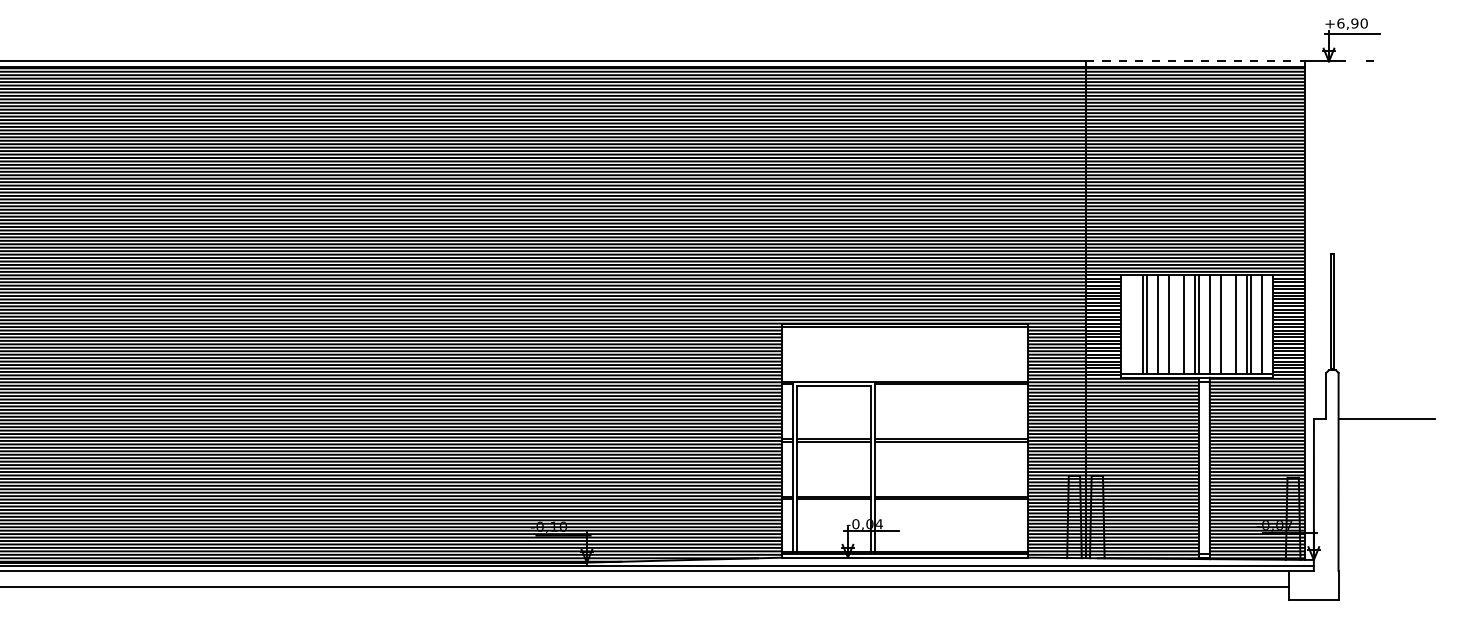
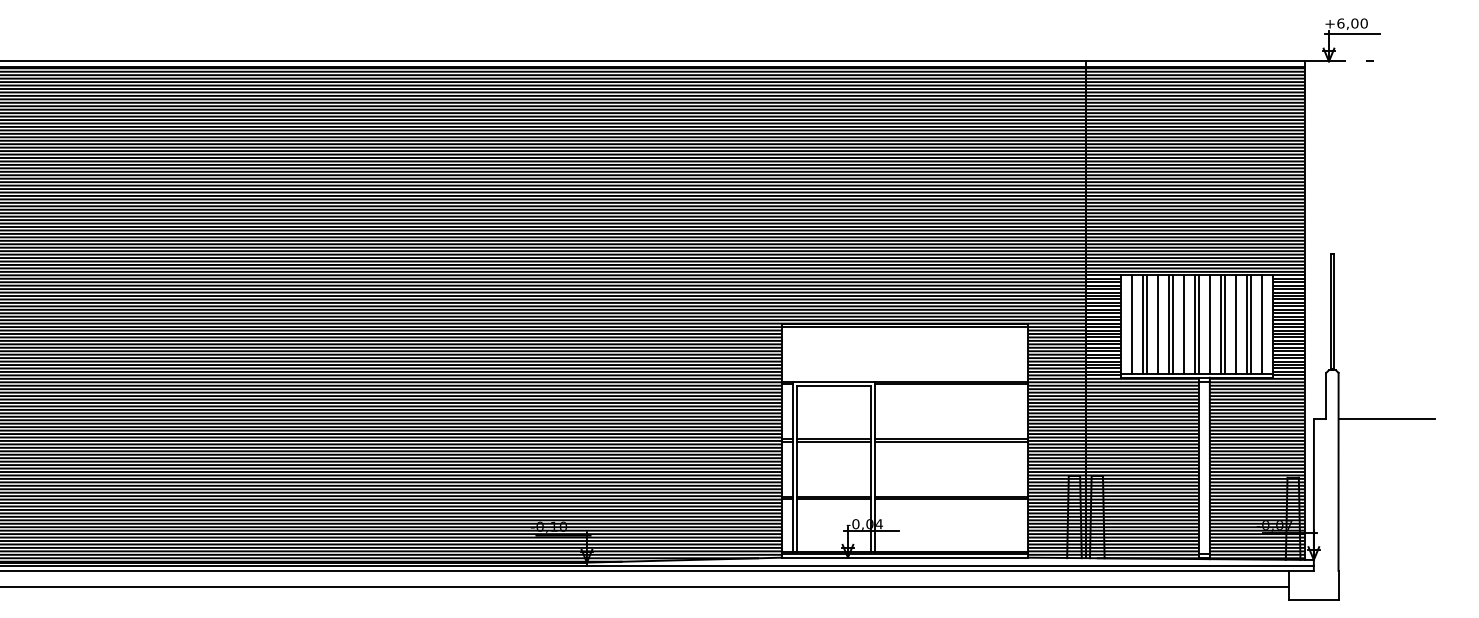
text at (1354, 23): +6,90 -> +6,00
line at (1195, 61): dashed -> solid
line at (1132, 324): none -> present
line at (1172, 324): none -> present
line at (1224, 324): none -> present
